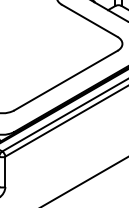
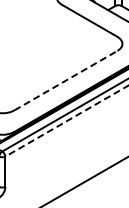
line at (66, 80): solid -> dashed
line at (66, 121): solid -> dashed
